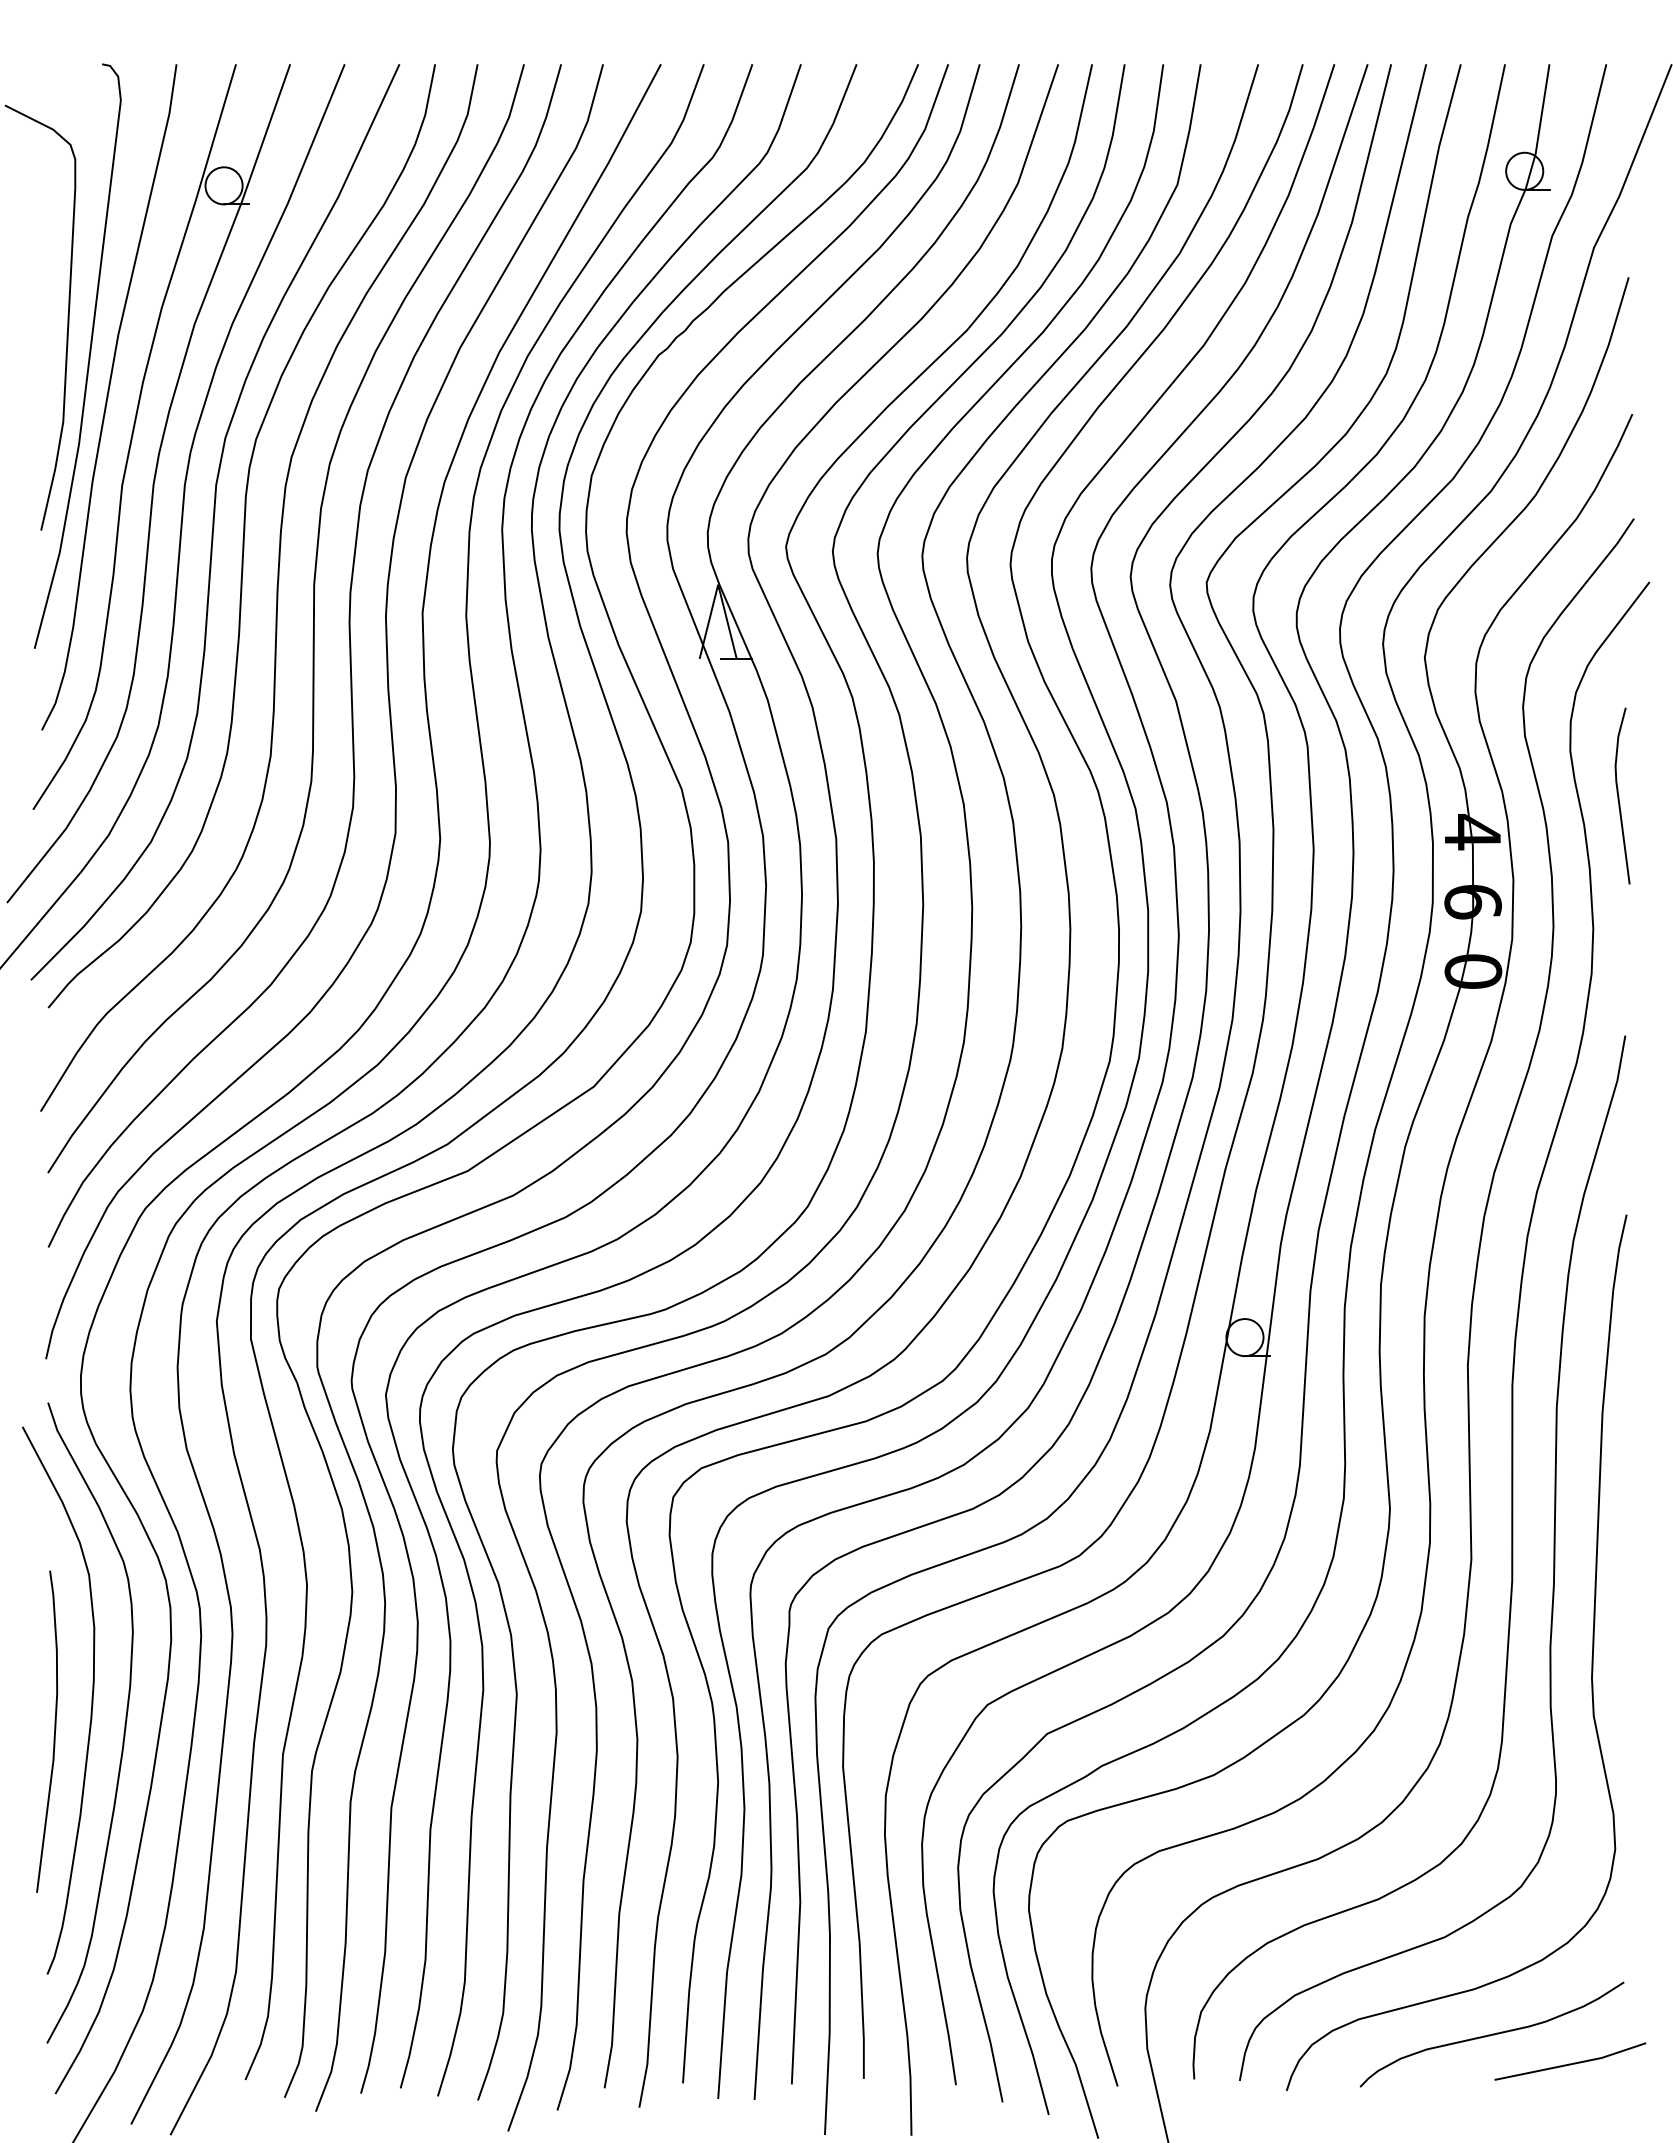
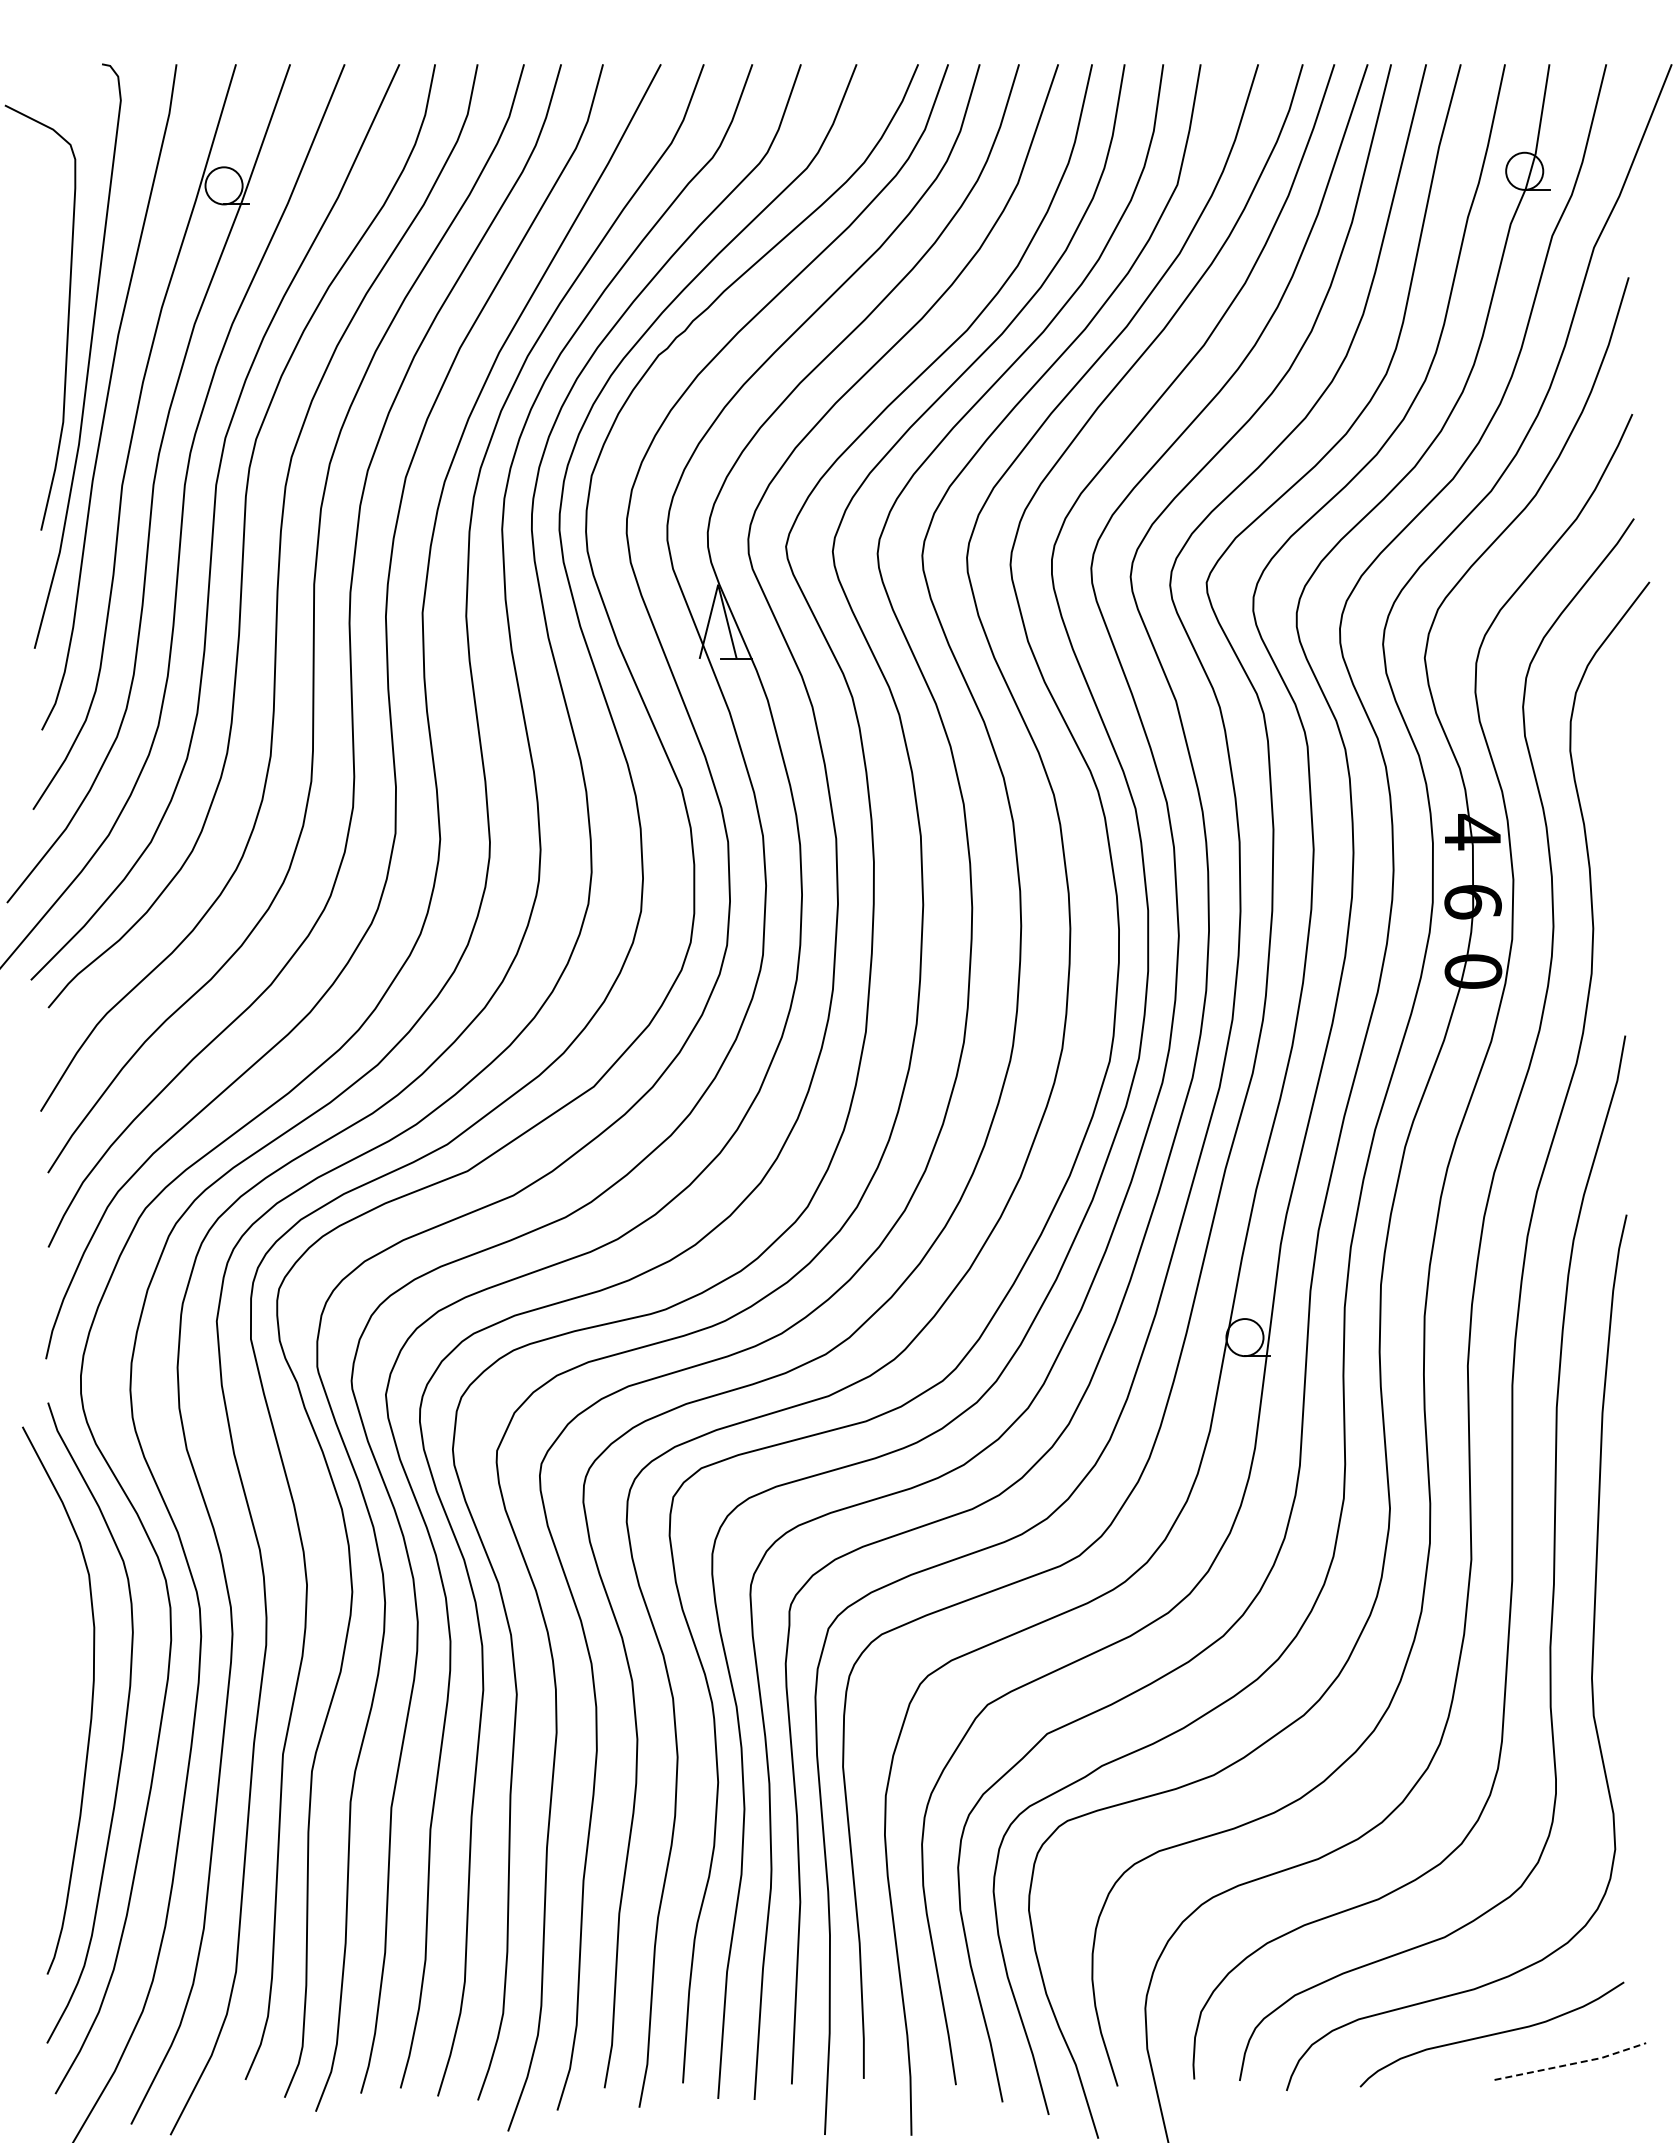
line at (1619, 796): present -> none
curve at (54, 1731): present -> none
line at (1571, 2064): solid -> dashed
